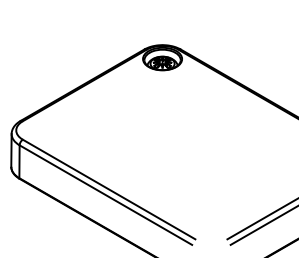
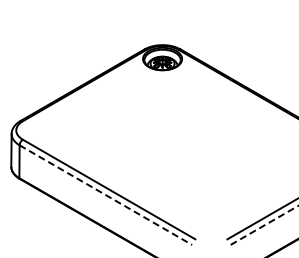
line at (105, 195): solid -> dashed
line at (264, 225): solid -> dashed
